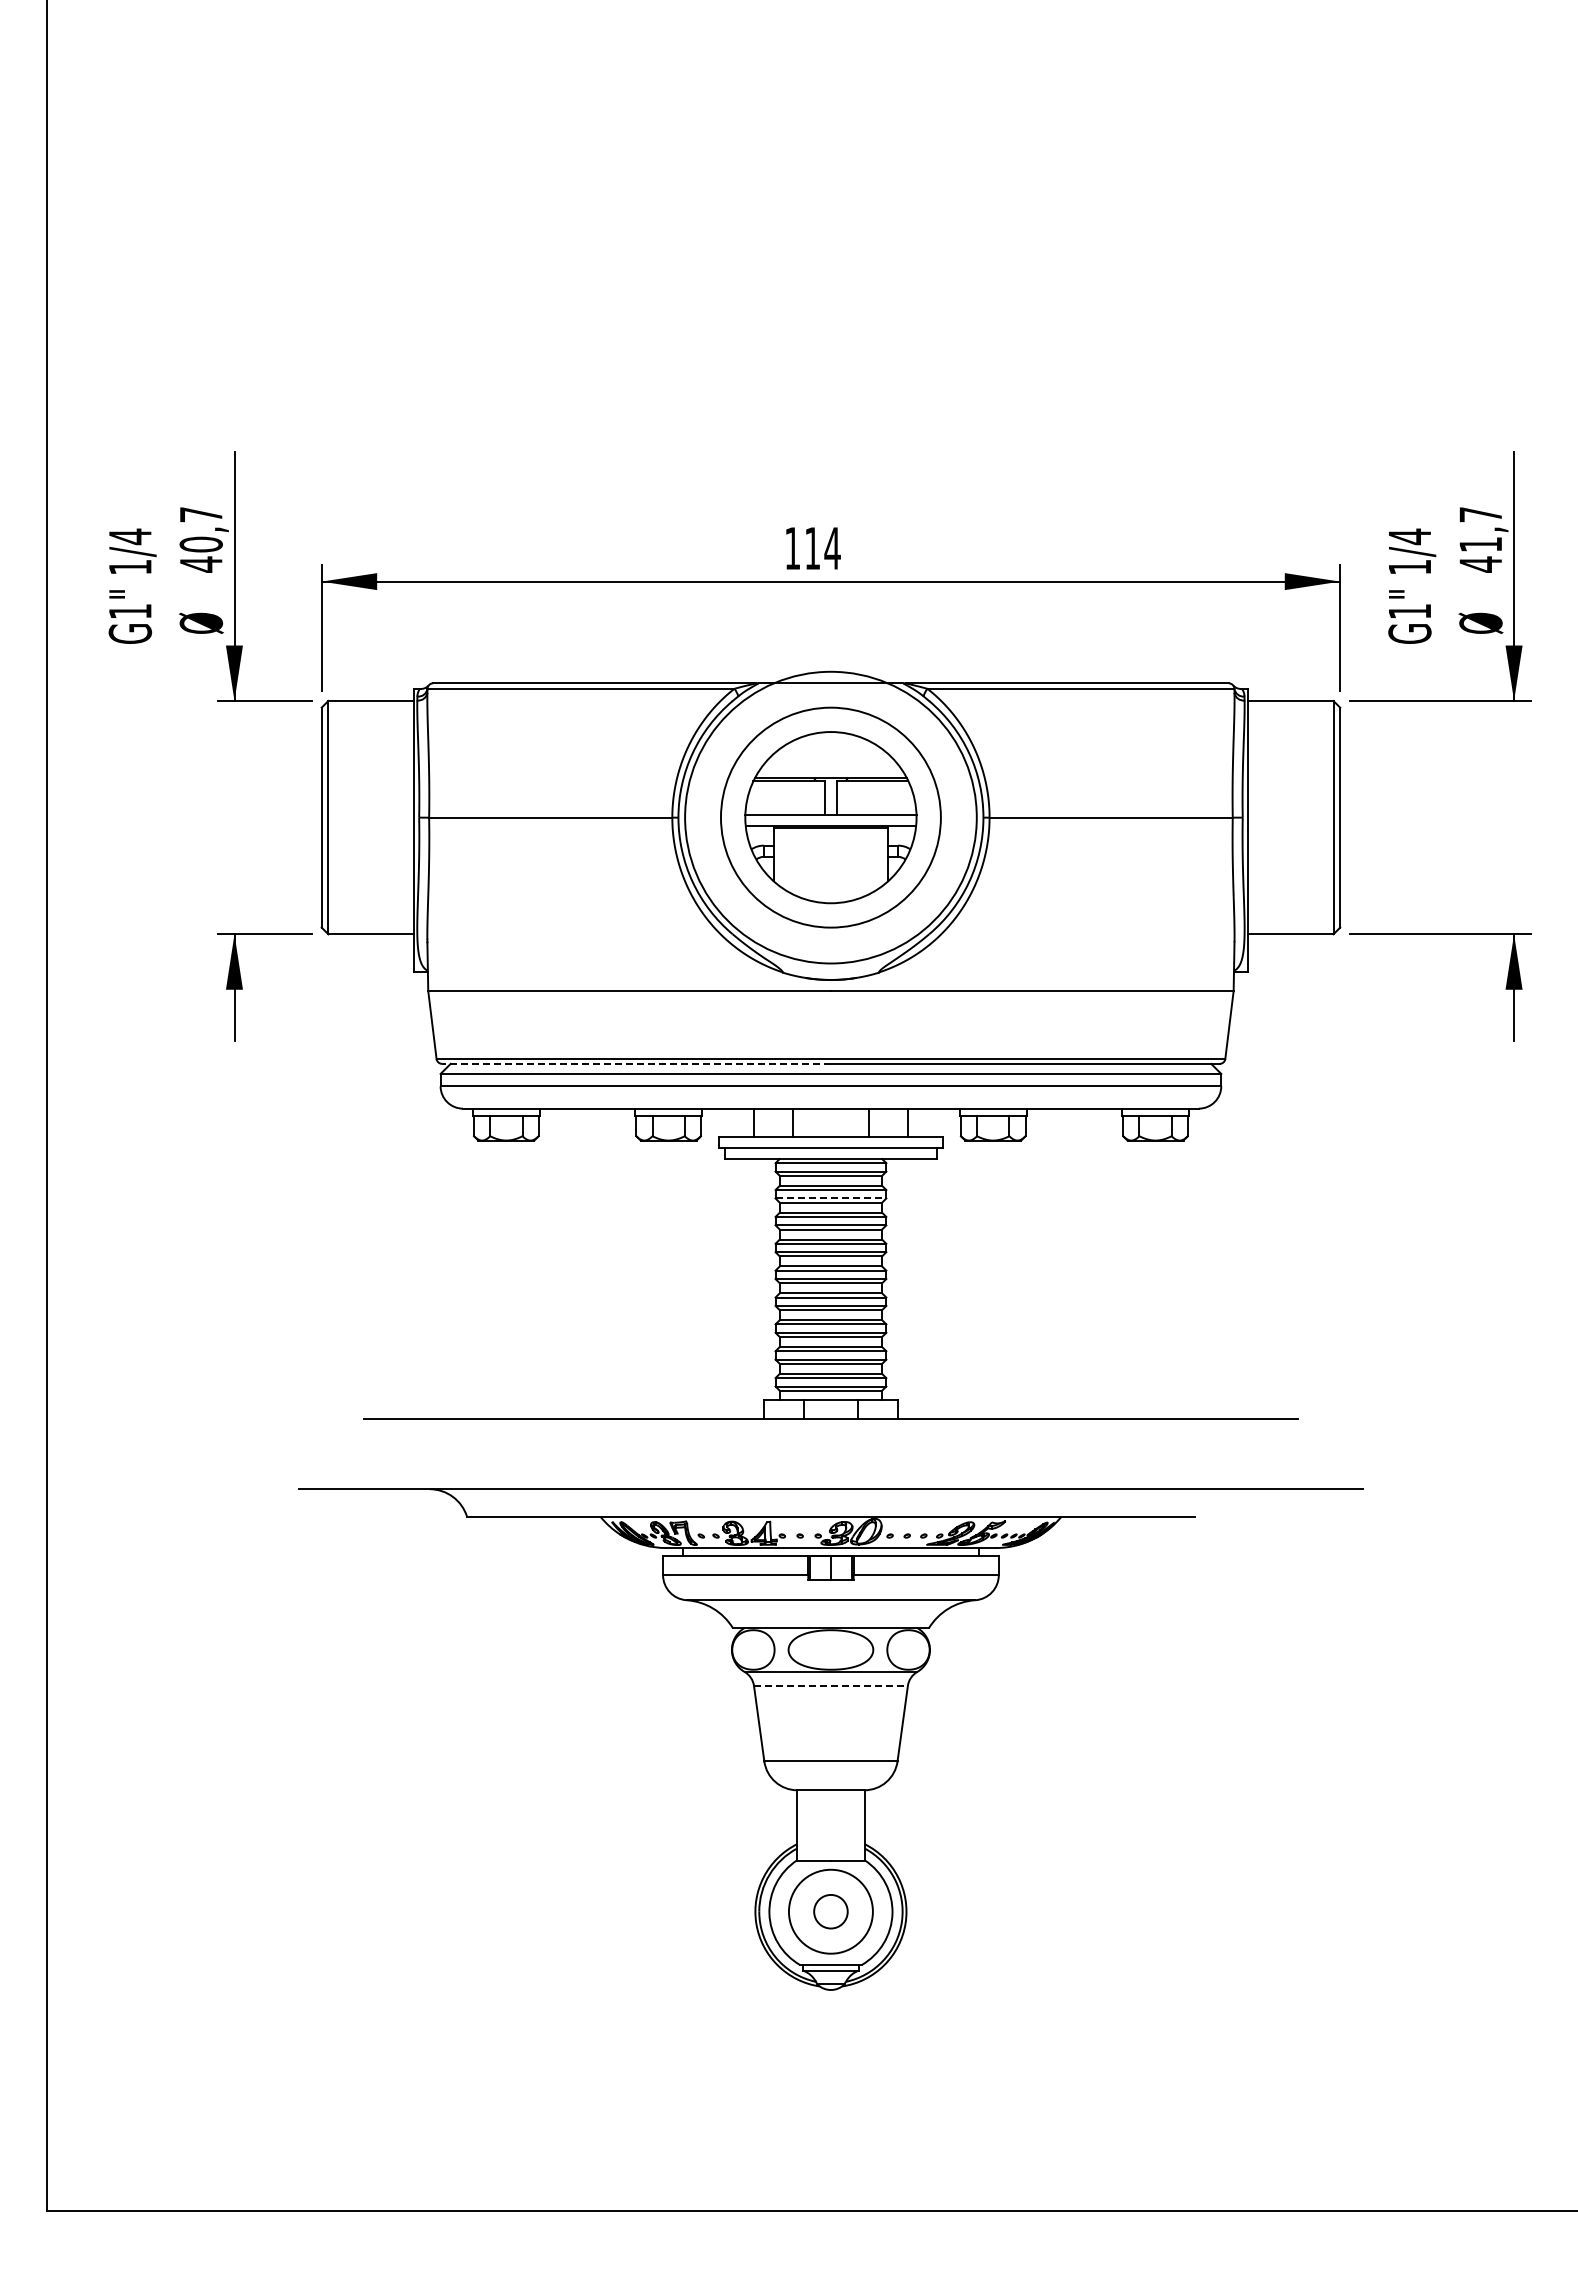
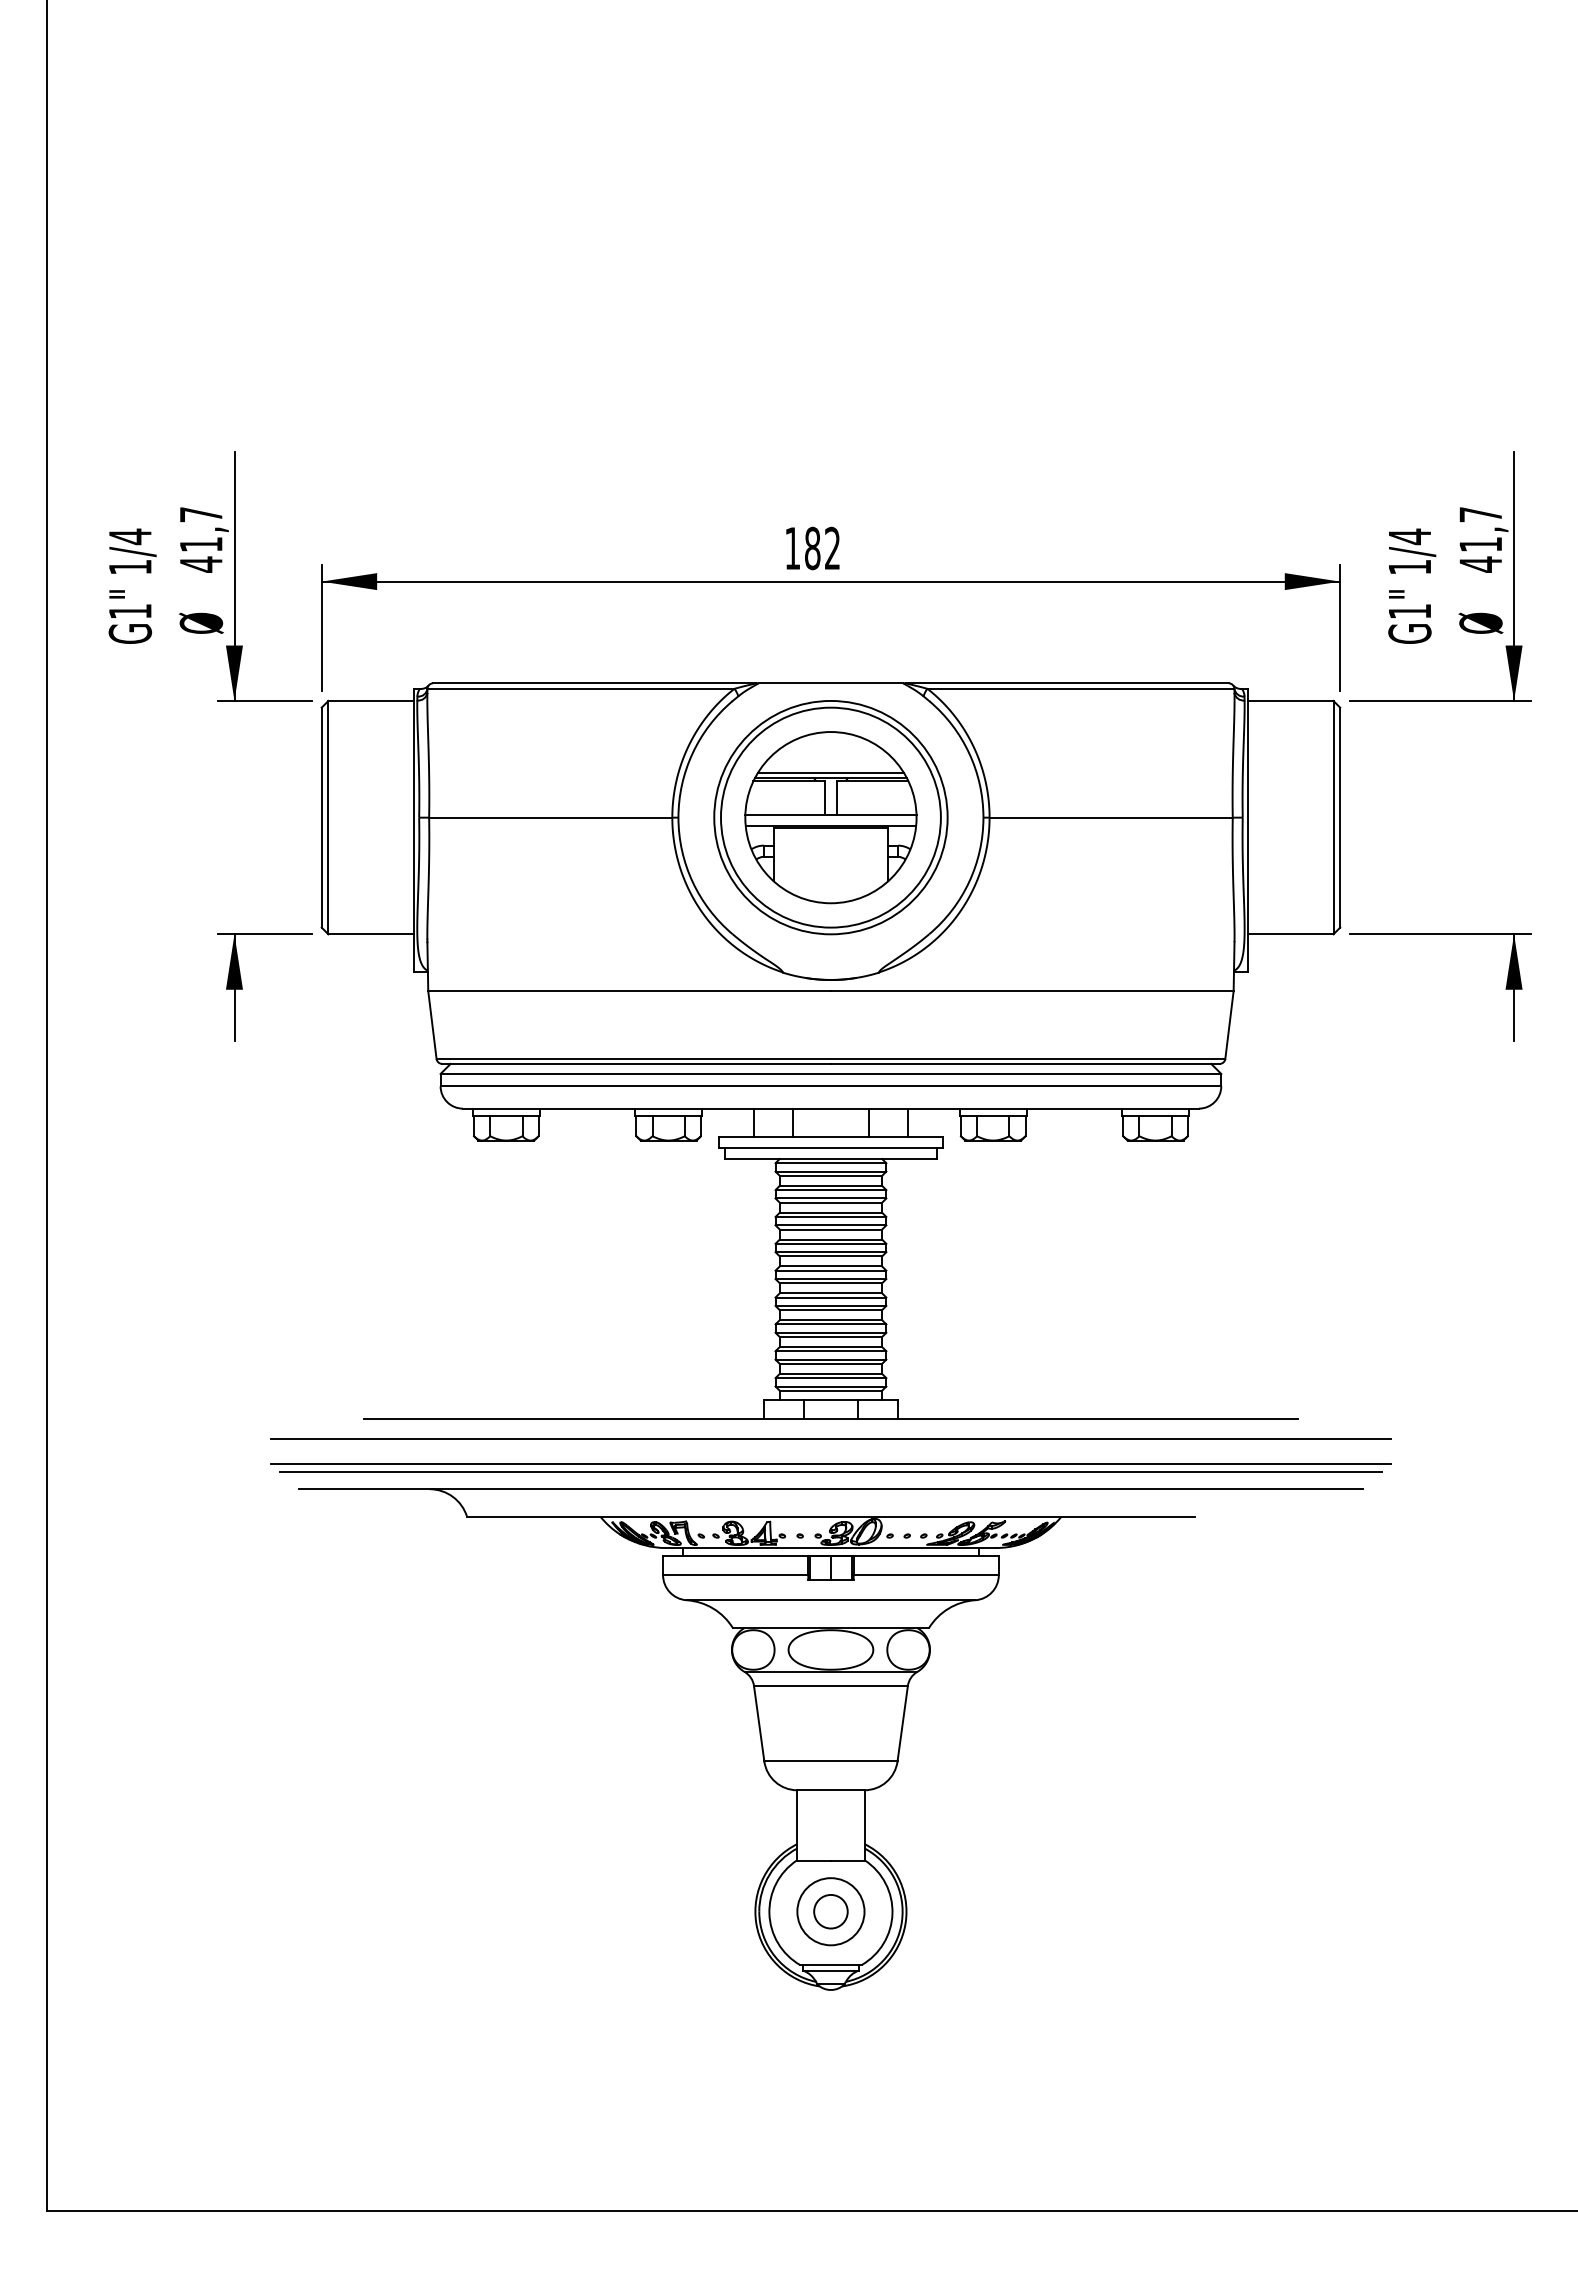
text at (200, 544): 40,7 -> 41,7
text at (822, 548): 114 -> 182
line at (830, 772): none -> present
circle at (830, 817) diameter: 292 px -> 233 px
line at (636, 1063): dashed -> solid
line at (831, 1198): dashed -> solid
line at (830, 1438): none -> present
line at (830, 1464): none -> present
line at (830, 1472): none -> present
line at (830, 1685): dashed -> solid
circle at (830, 1911) diameter: 84 px -> 67 px
